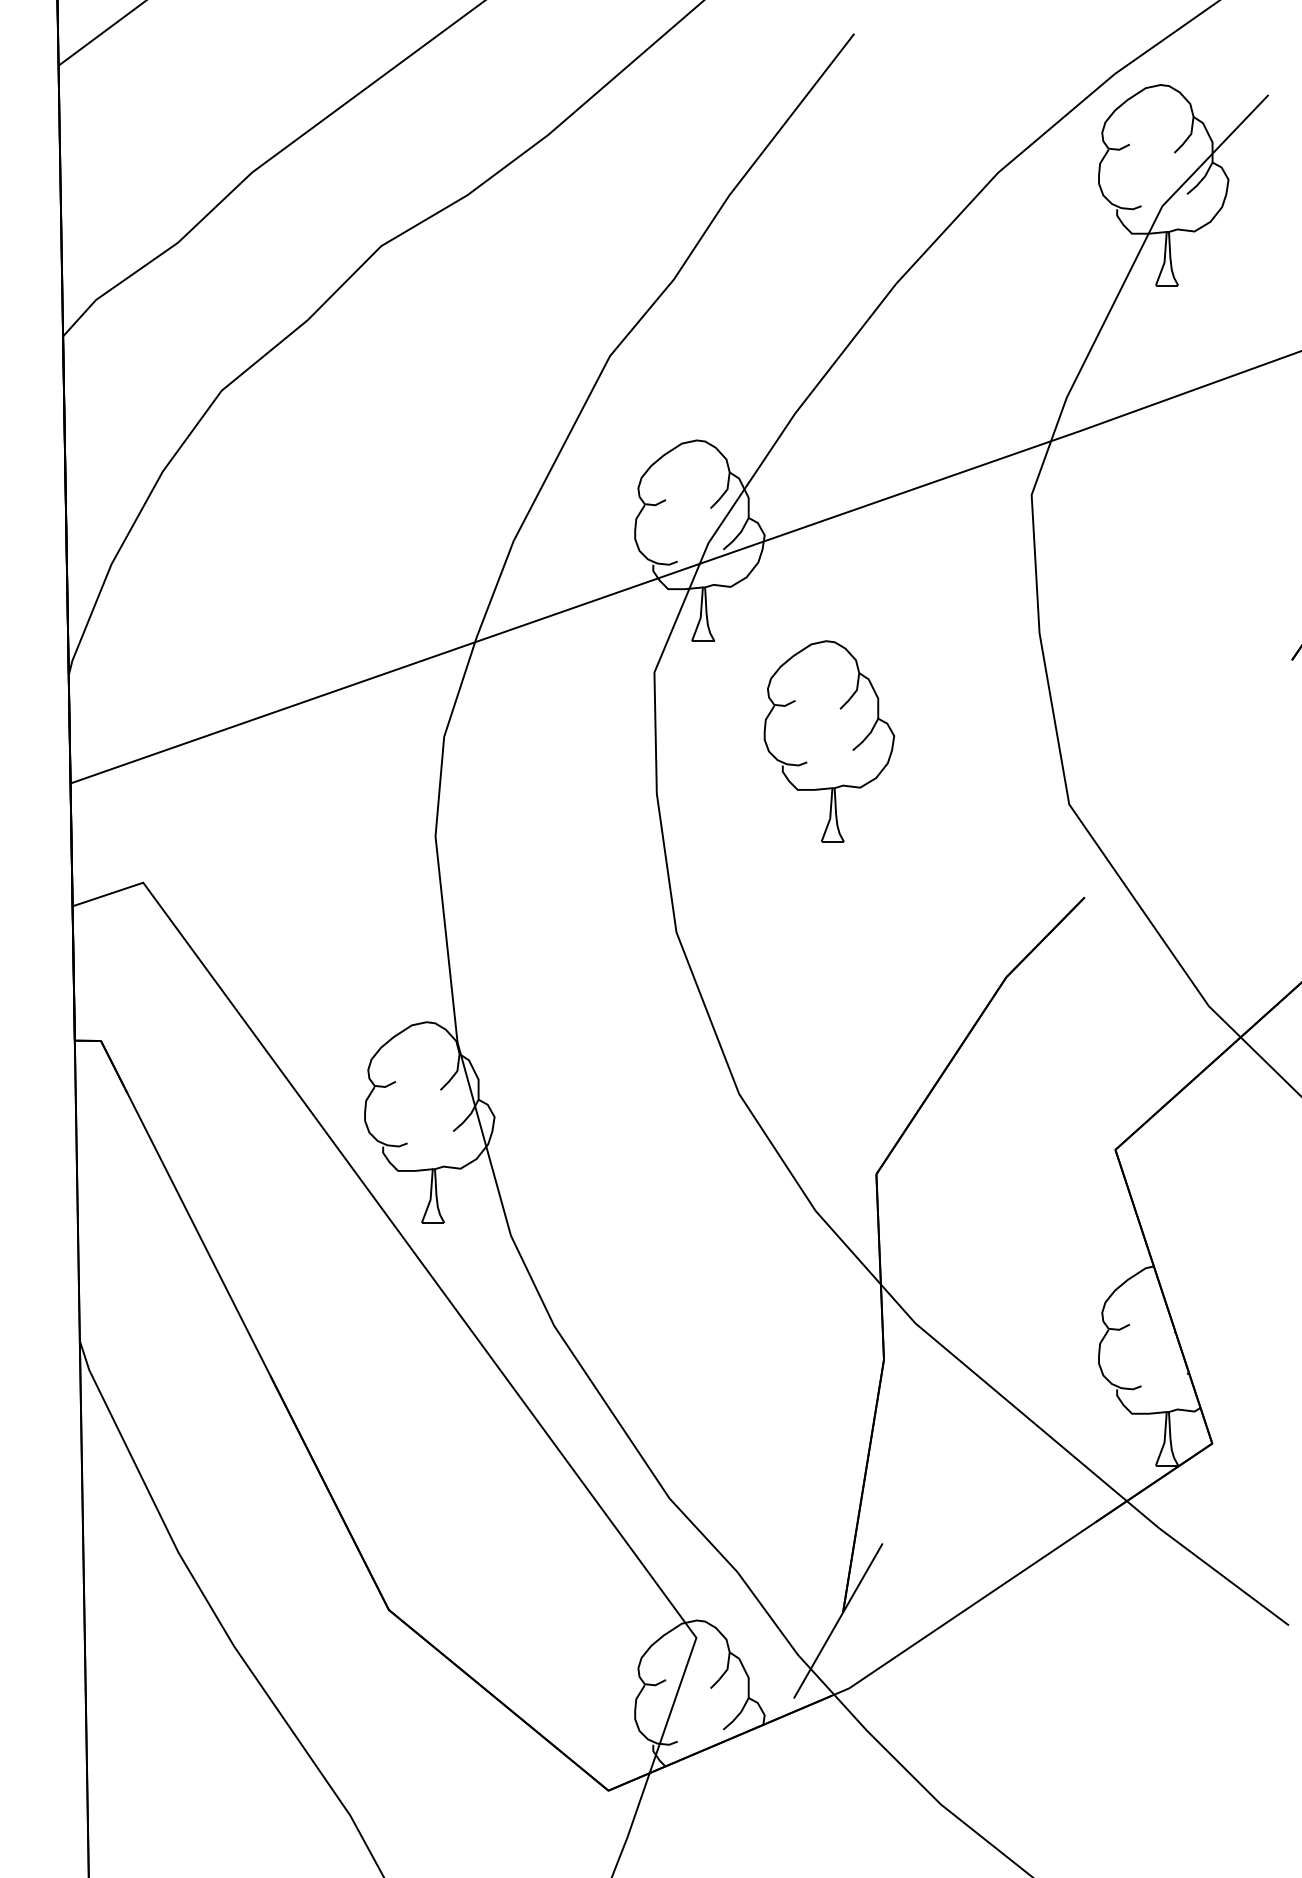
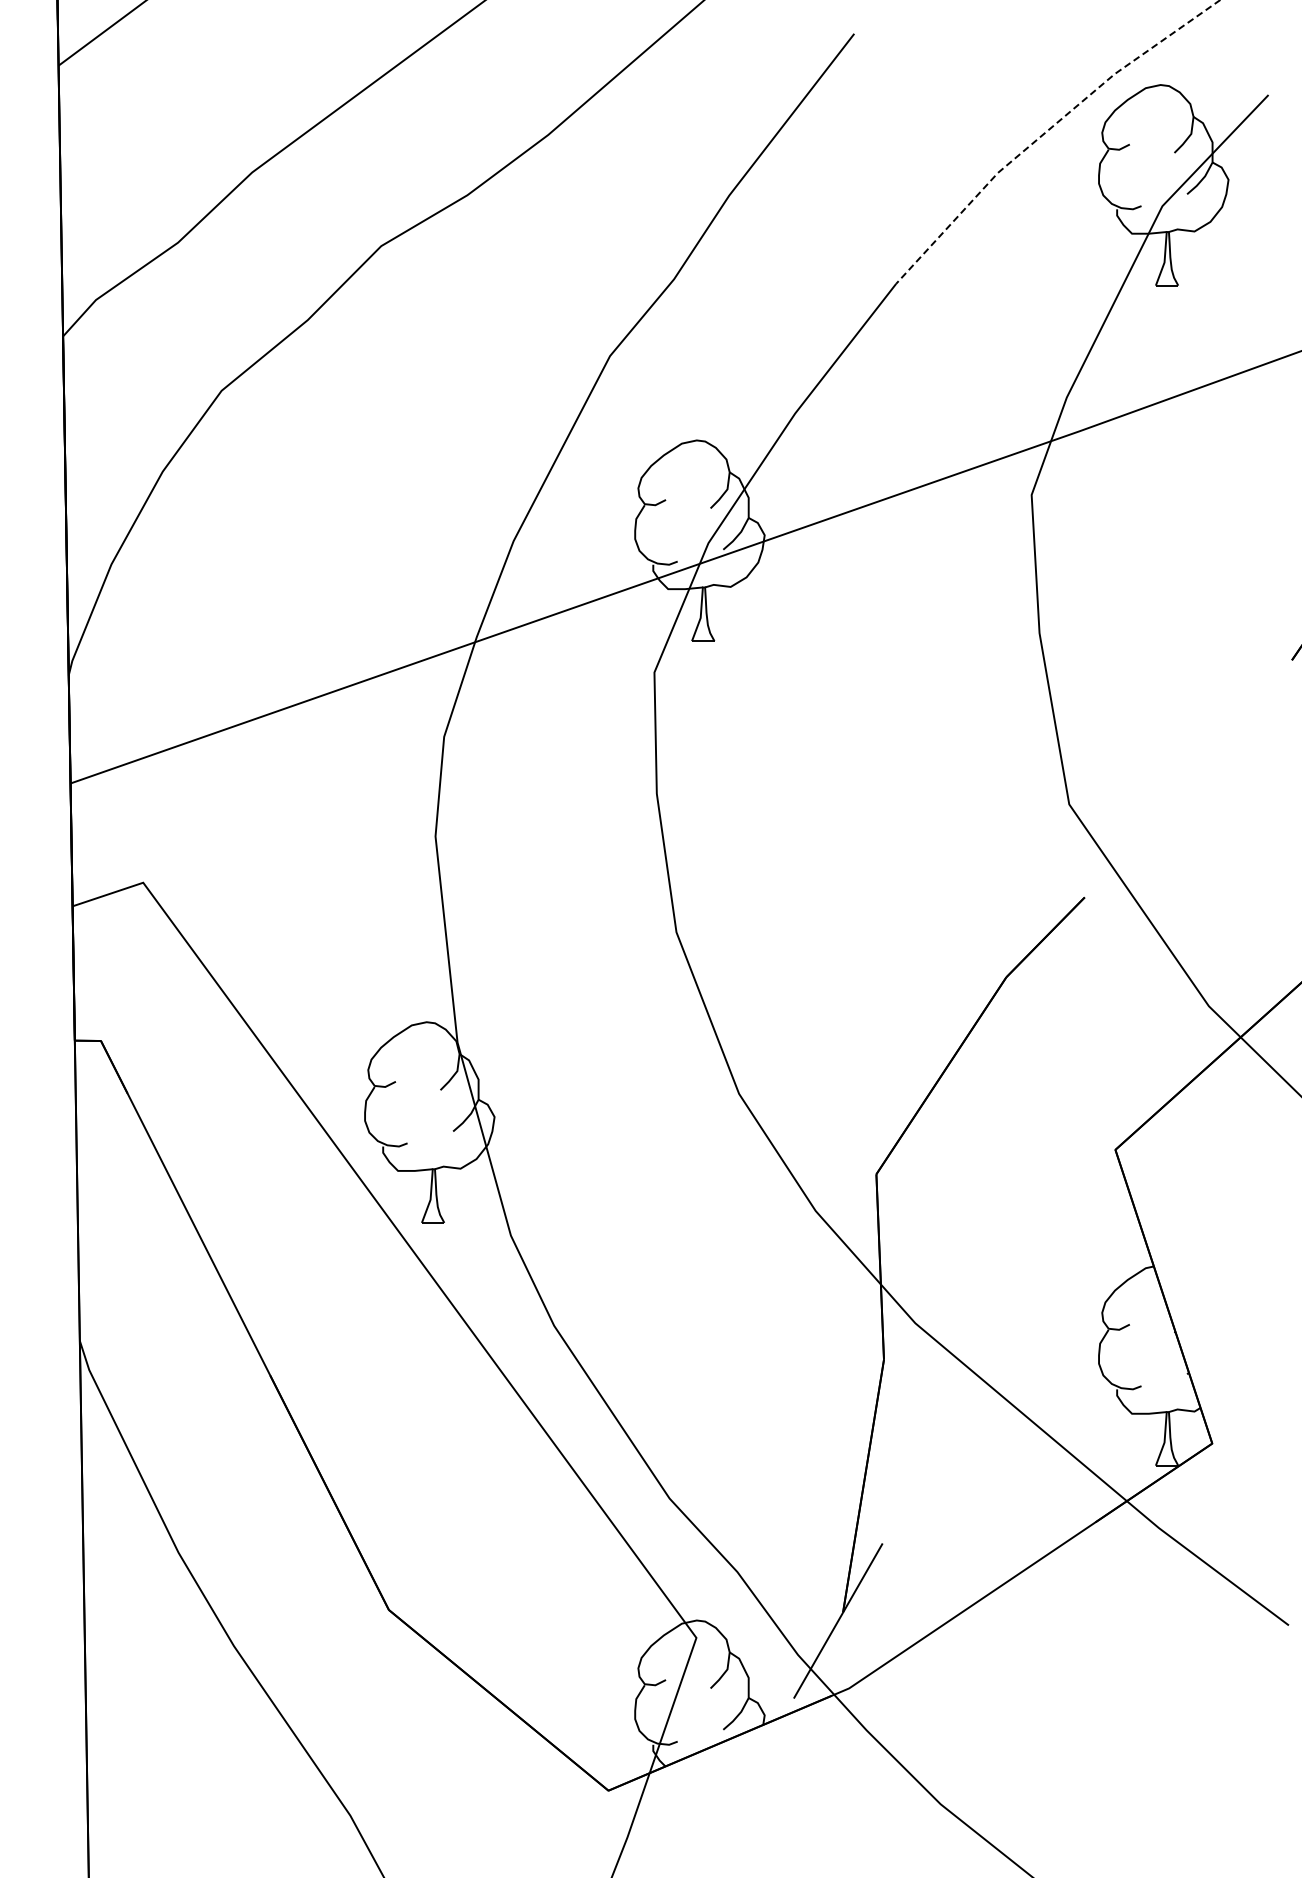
line at (1047, 130): solid -> dashed
part at (829, 741): present -> none
